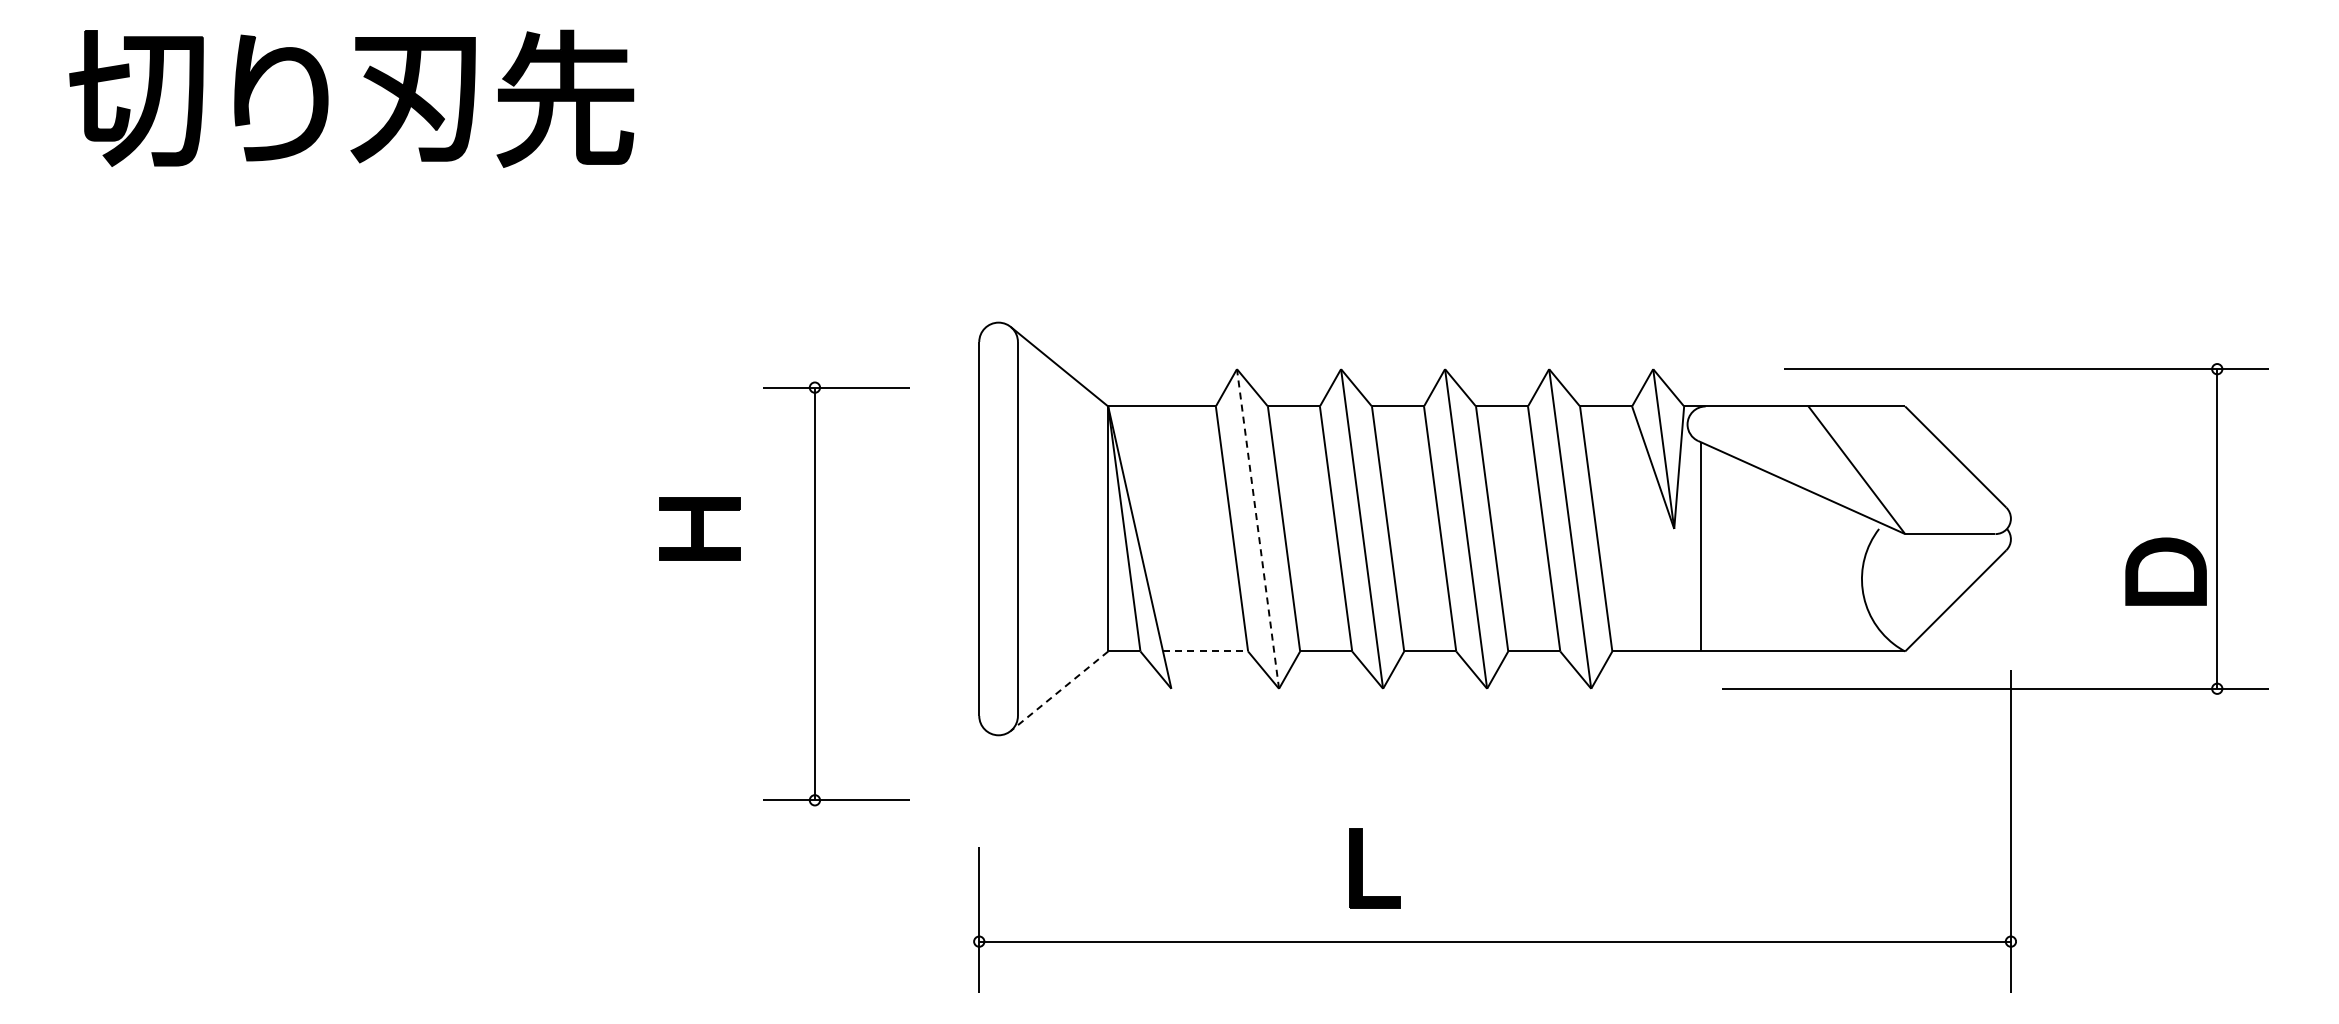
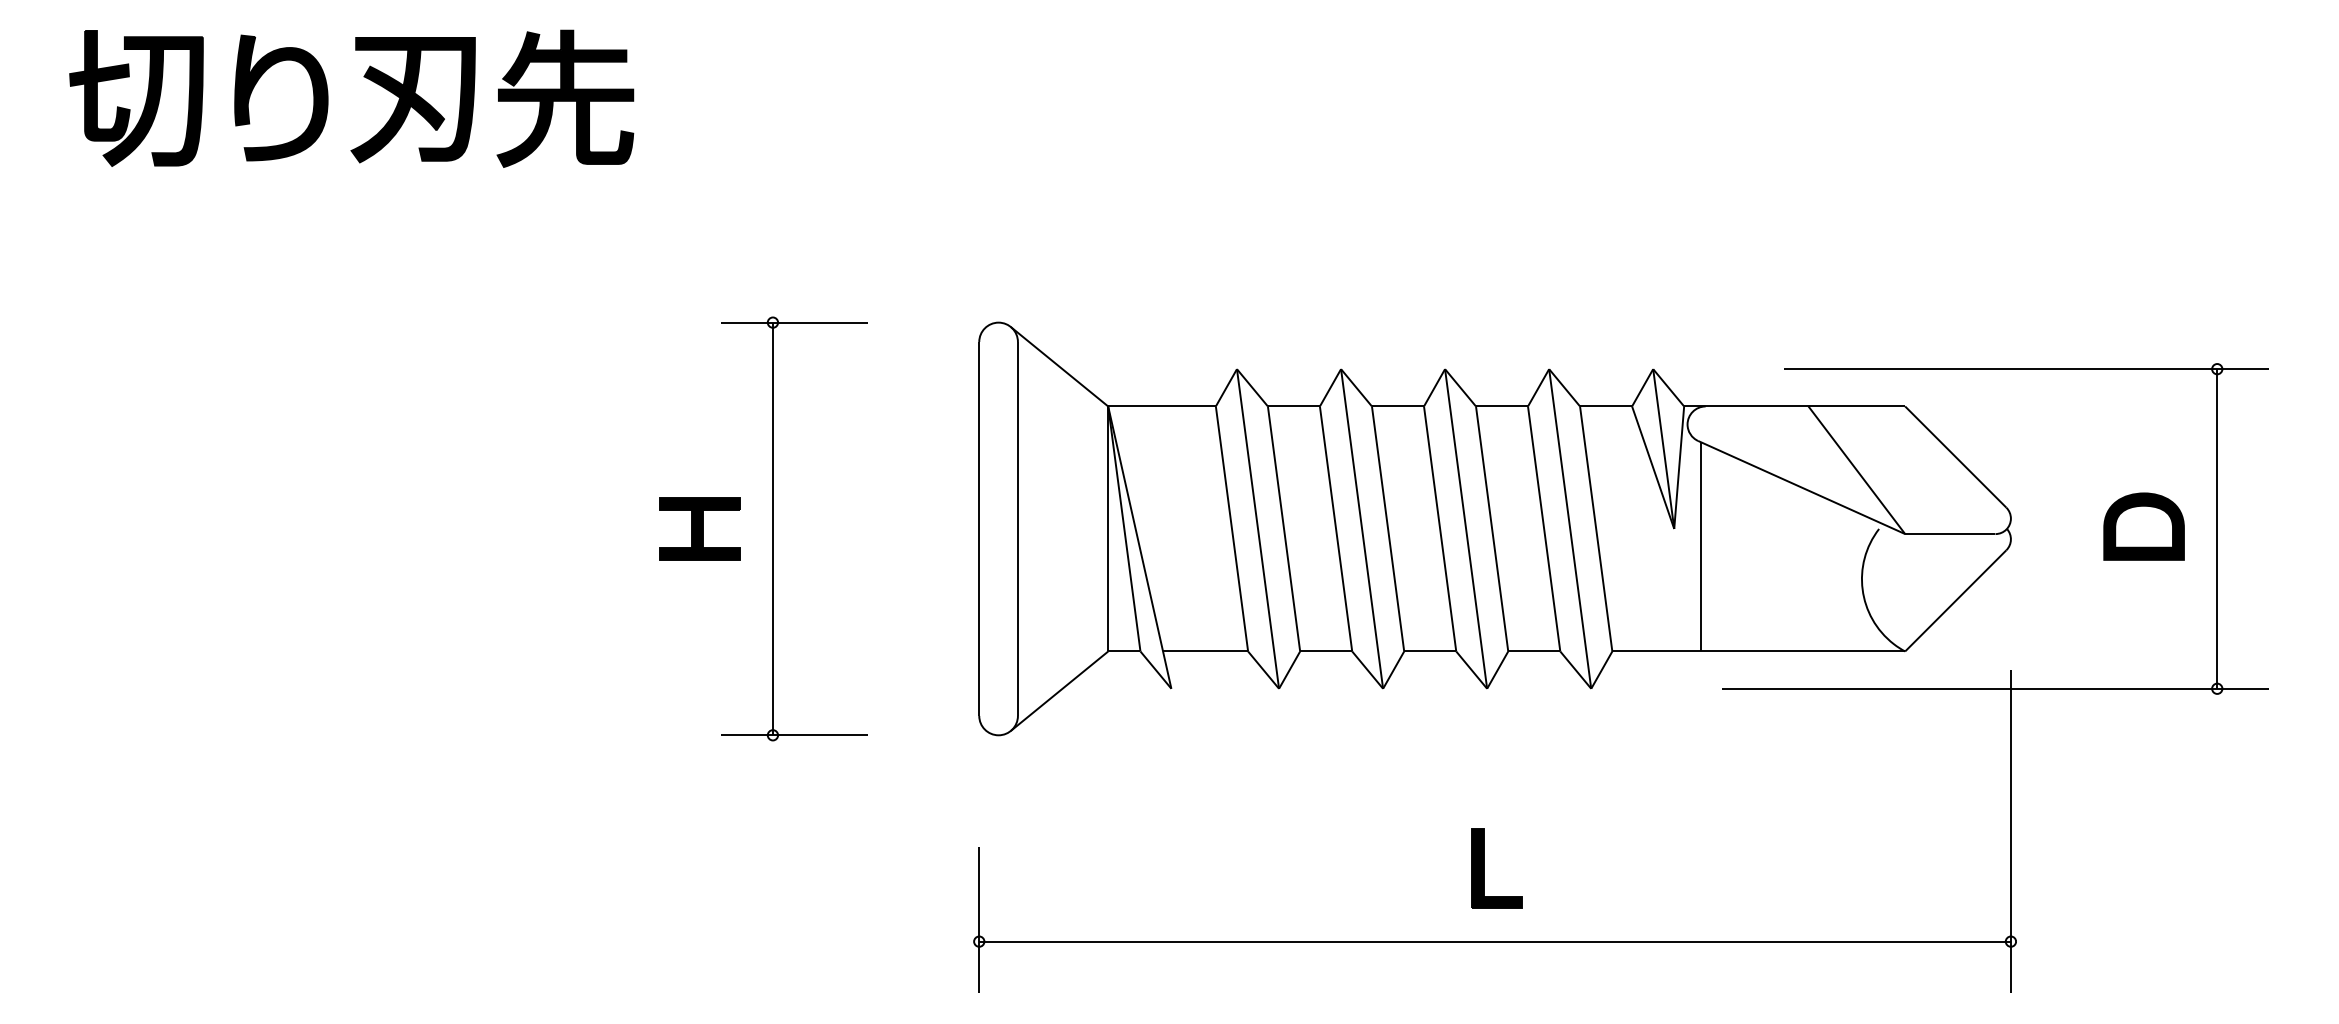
line at (1257, 528): dashed -> solid
part at (2165, 571) position: (2165, 571) -> (2143, 526)
part at (815, 593) position: (815, 593) -> (773, 528)
line at (1205, 651): dashed -> solid
line at (1059, 691): dashed -> solid
part at (1362, 868) position: (1362, 868) -> (1484, 868)
